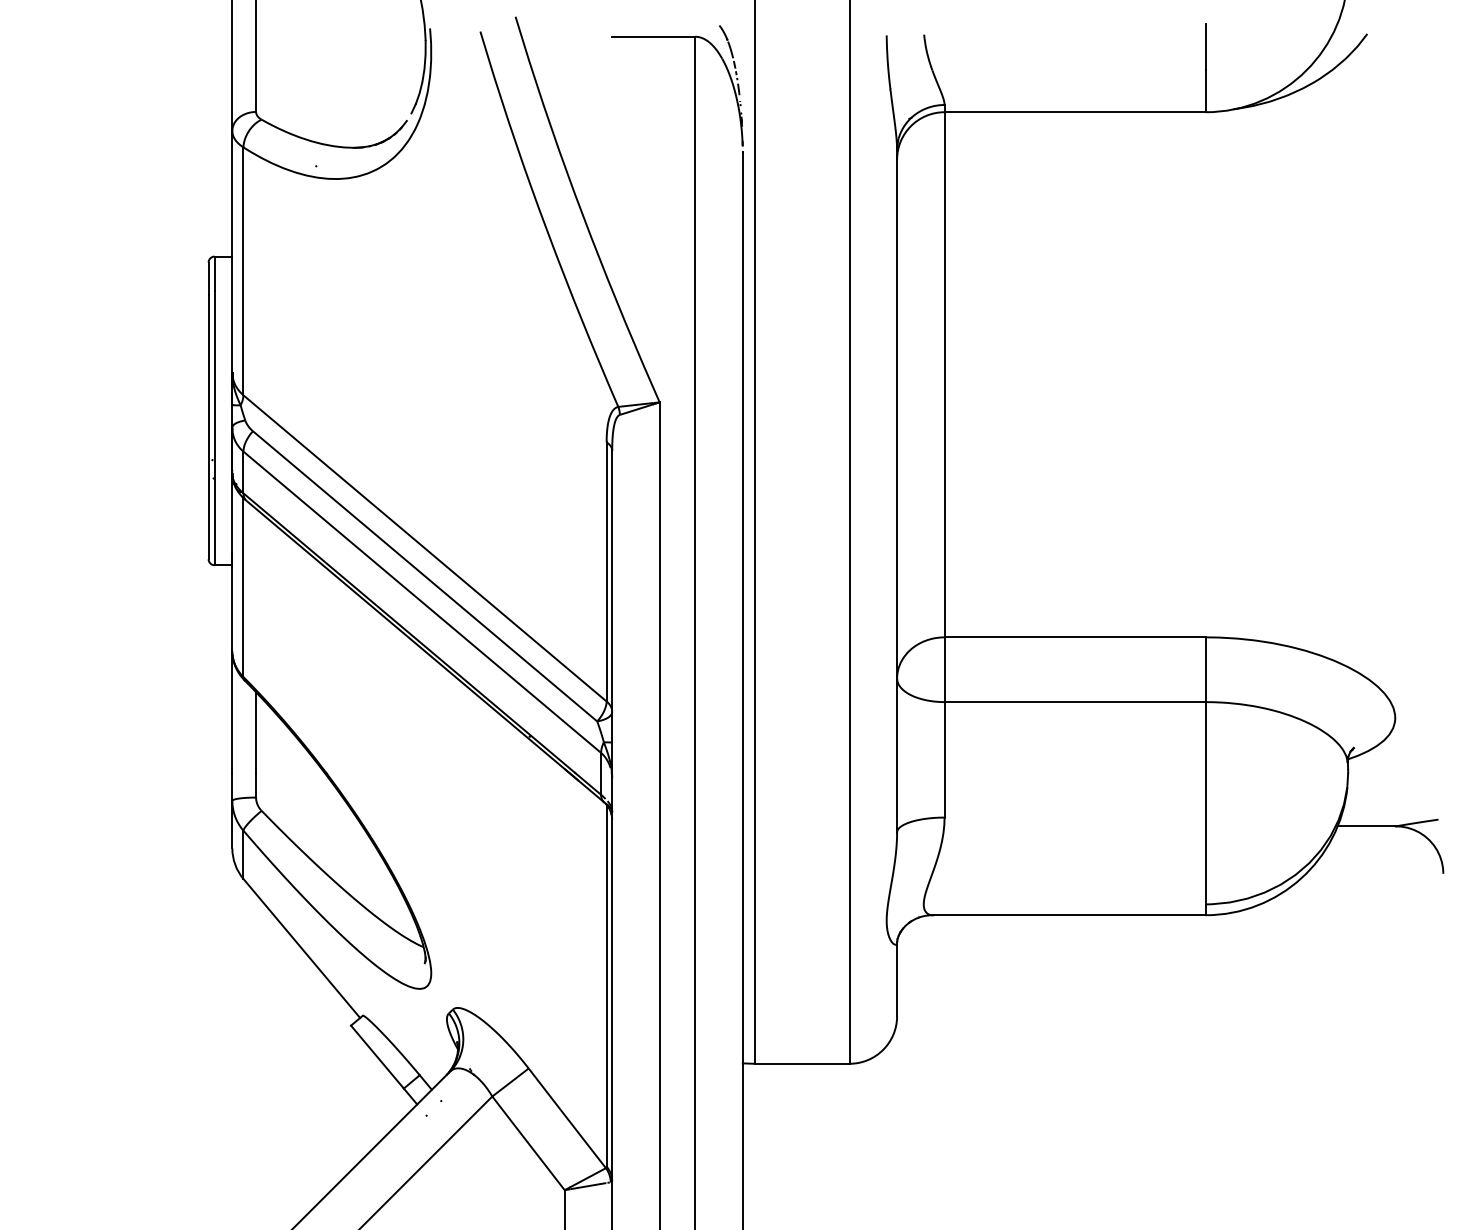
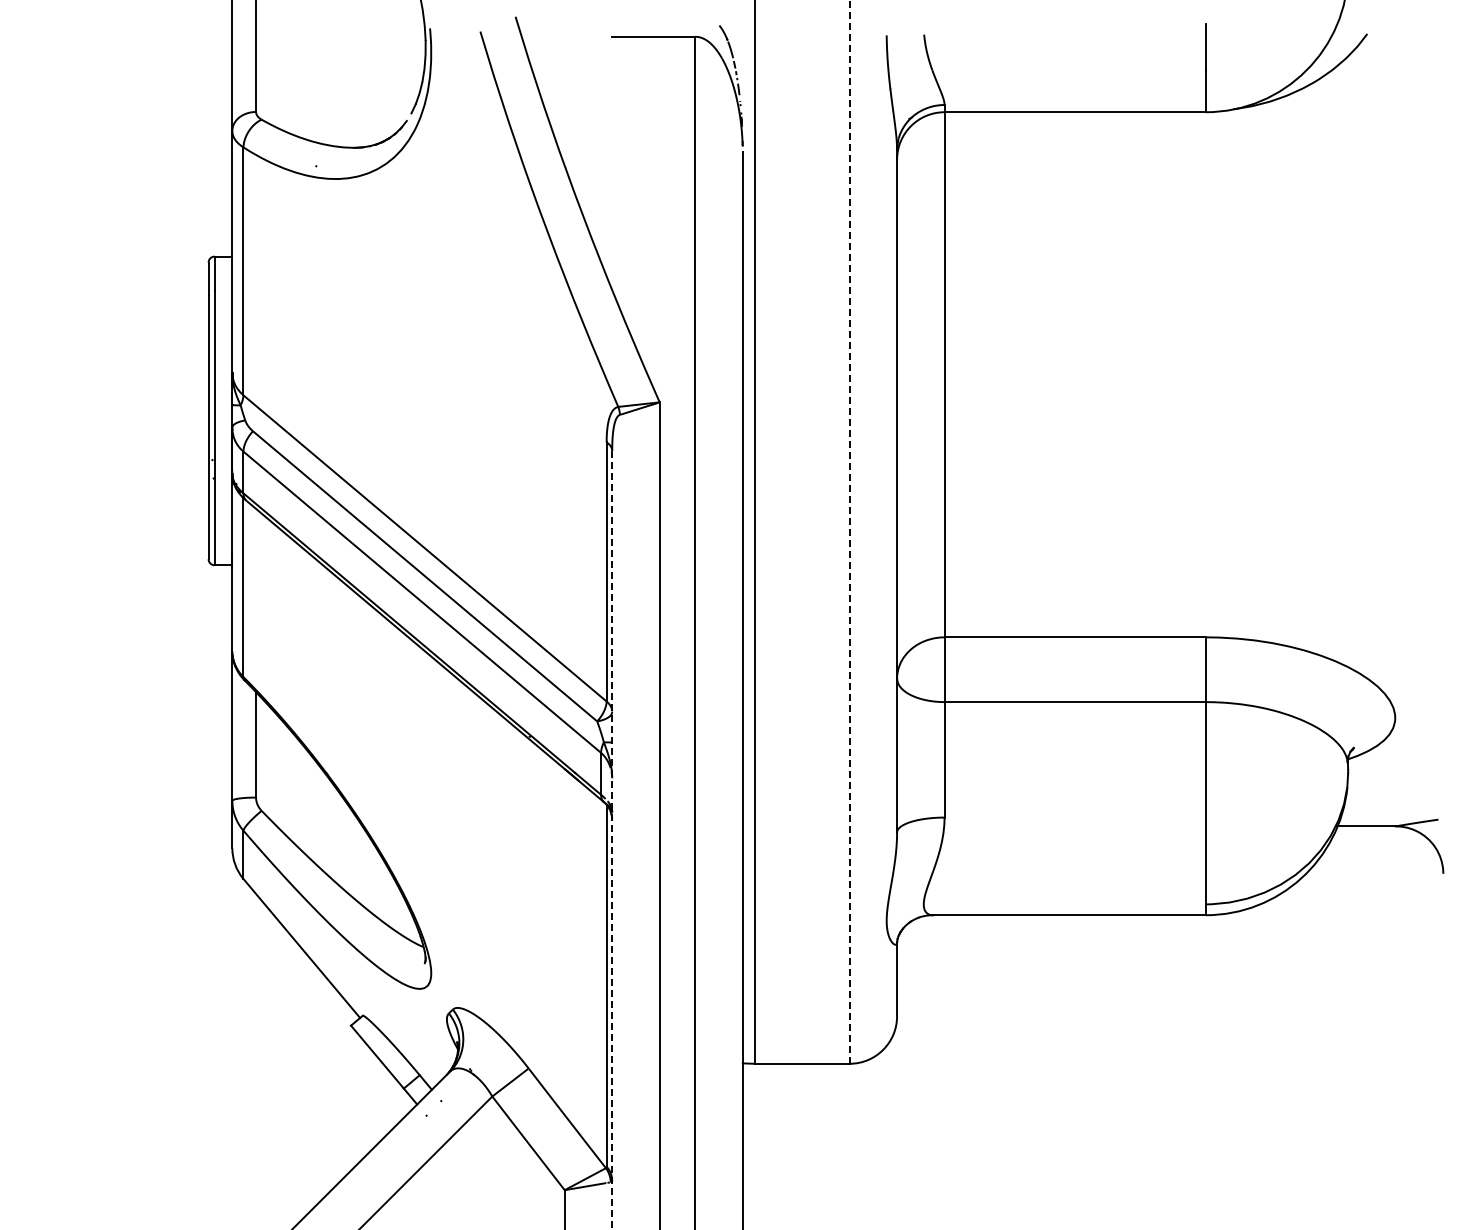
line at (849, 531): solid -> dashed
line at (612, 840): solid -> dashed
